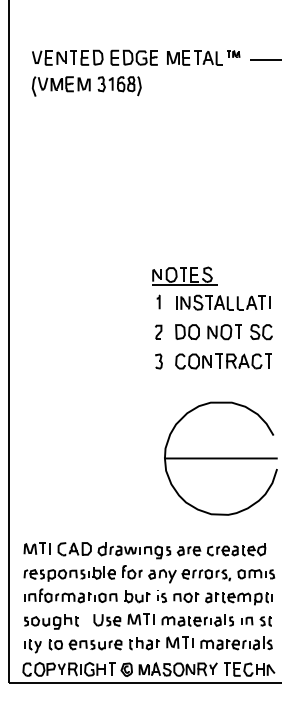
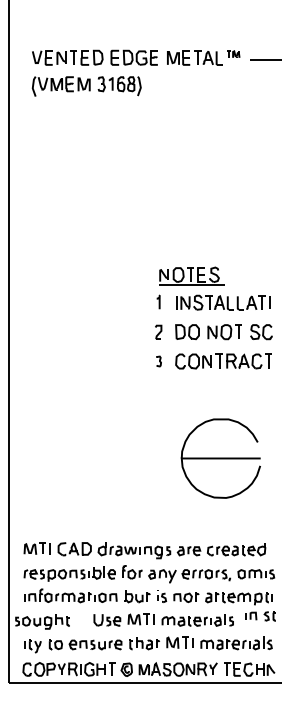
part at (184, 275) position: (184, 275) -> (191, 275)
part at (158, 361) size: 8x17 px -> 6x13 px
part at (220, 458) size: 114x115 px -> 81x81 px
part at (51, 621) position: (51, 621) -> (42, 621)
part at (256, 621) position: (256, 621) -> (260, 616)
